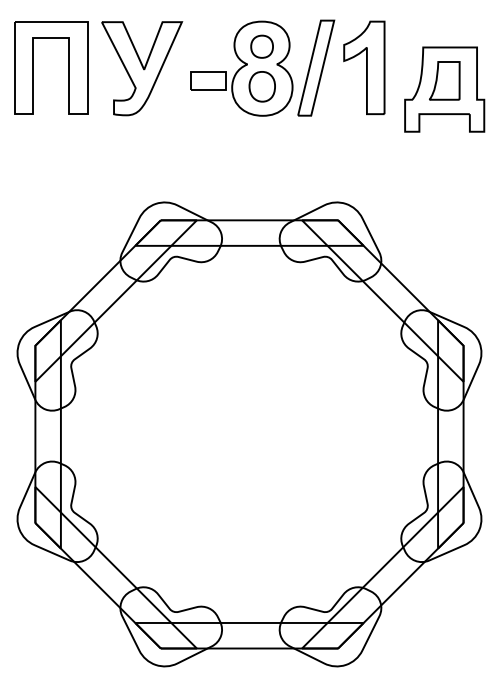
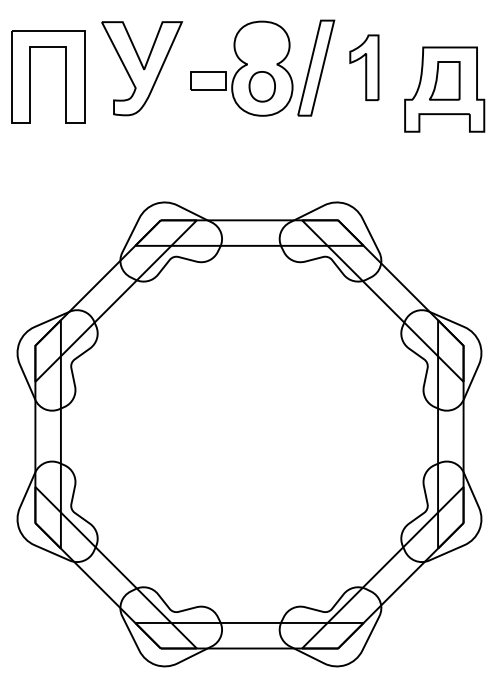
part at (261, 46): present -> none
part at (68, 67) position: (68, 67) -> (65, 76)
part at (364, 67) size: 43x95 px -> 31x67 px
